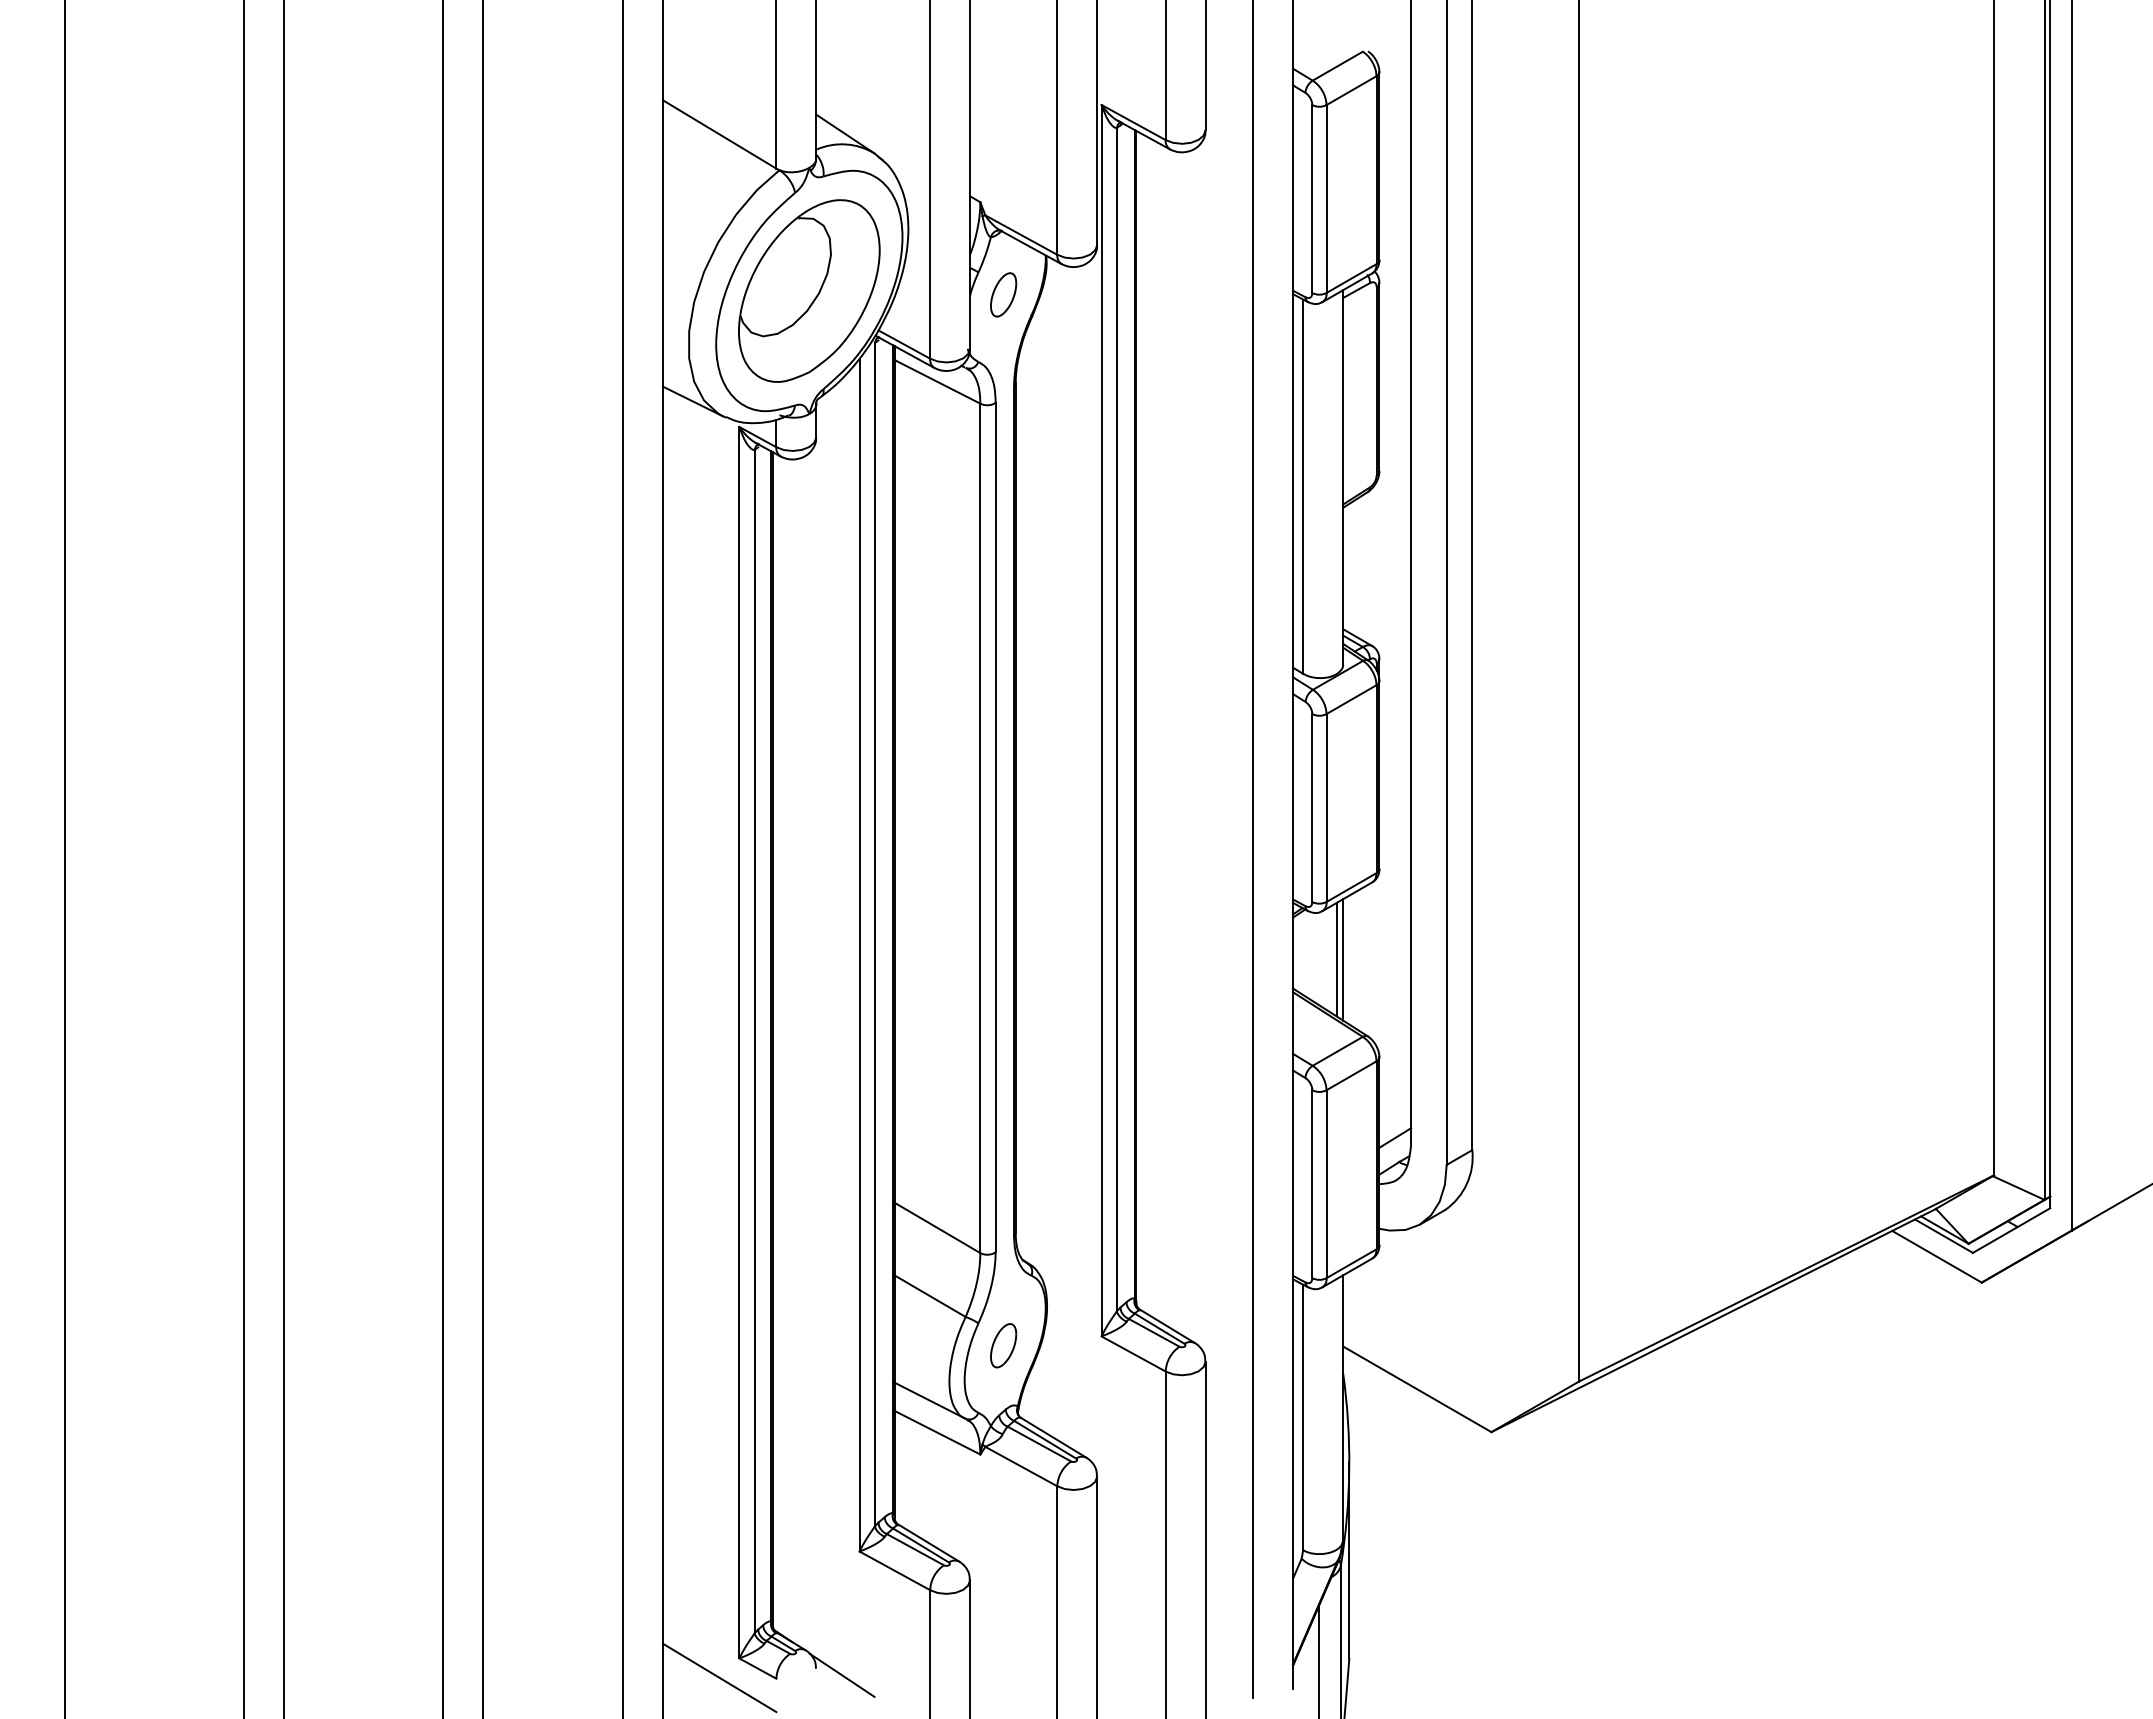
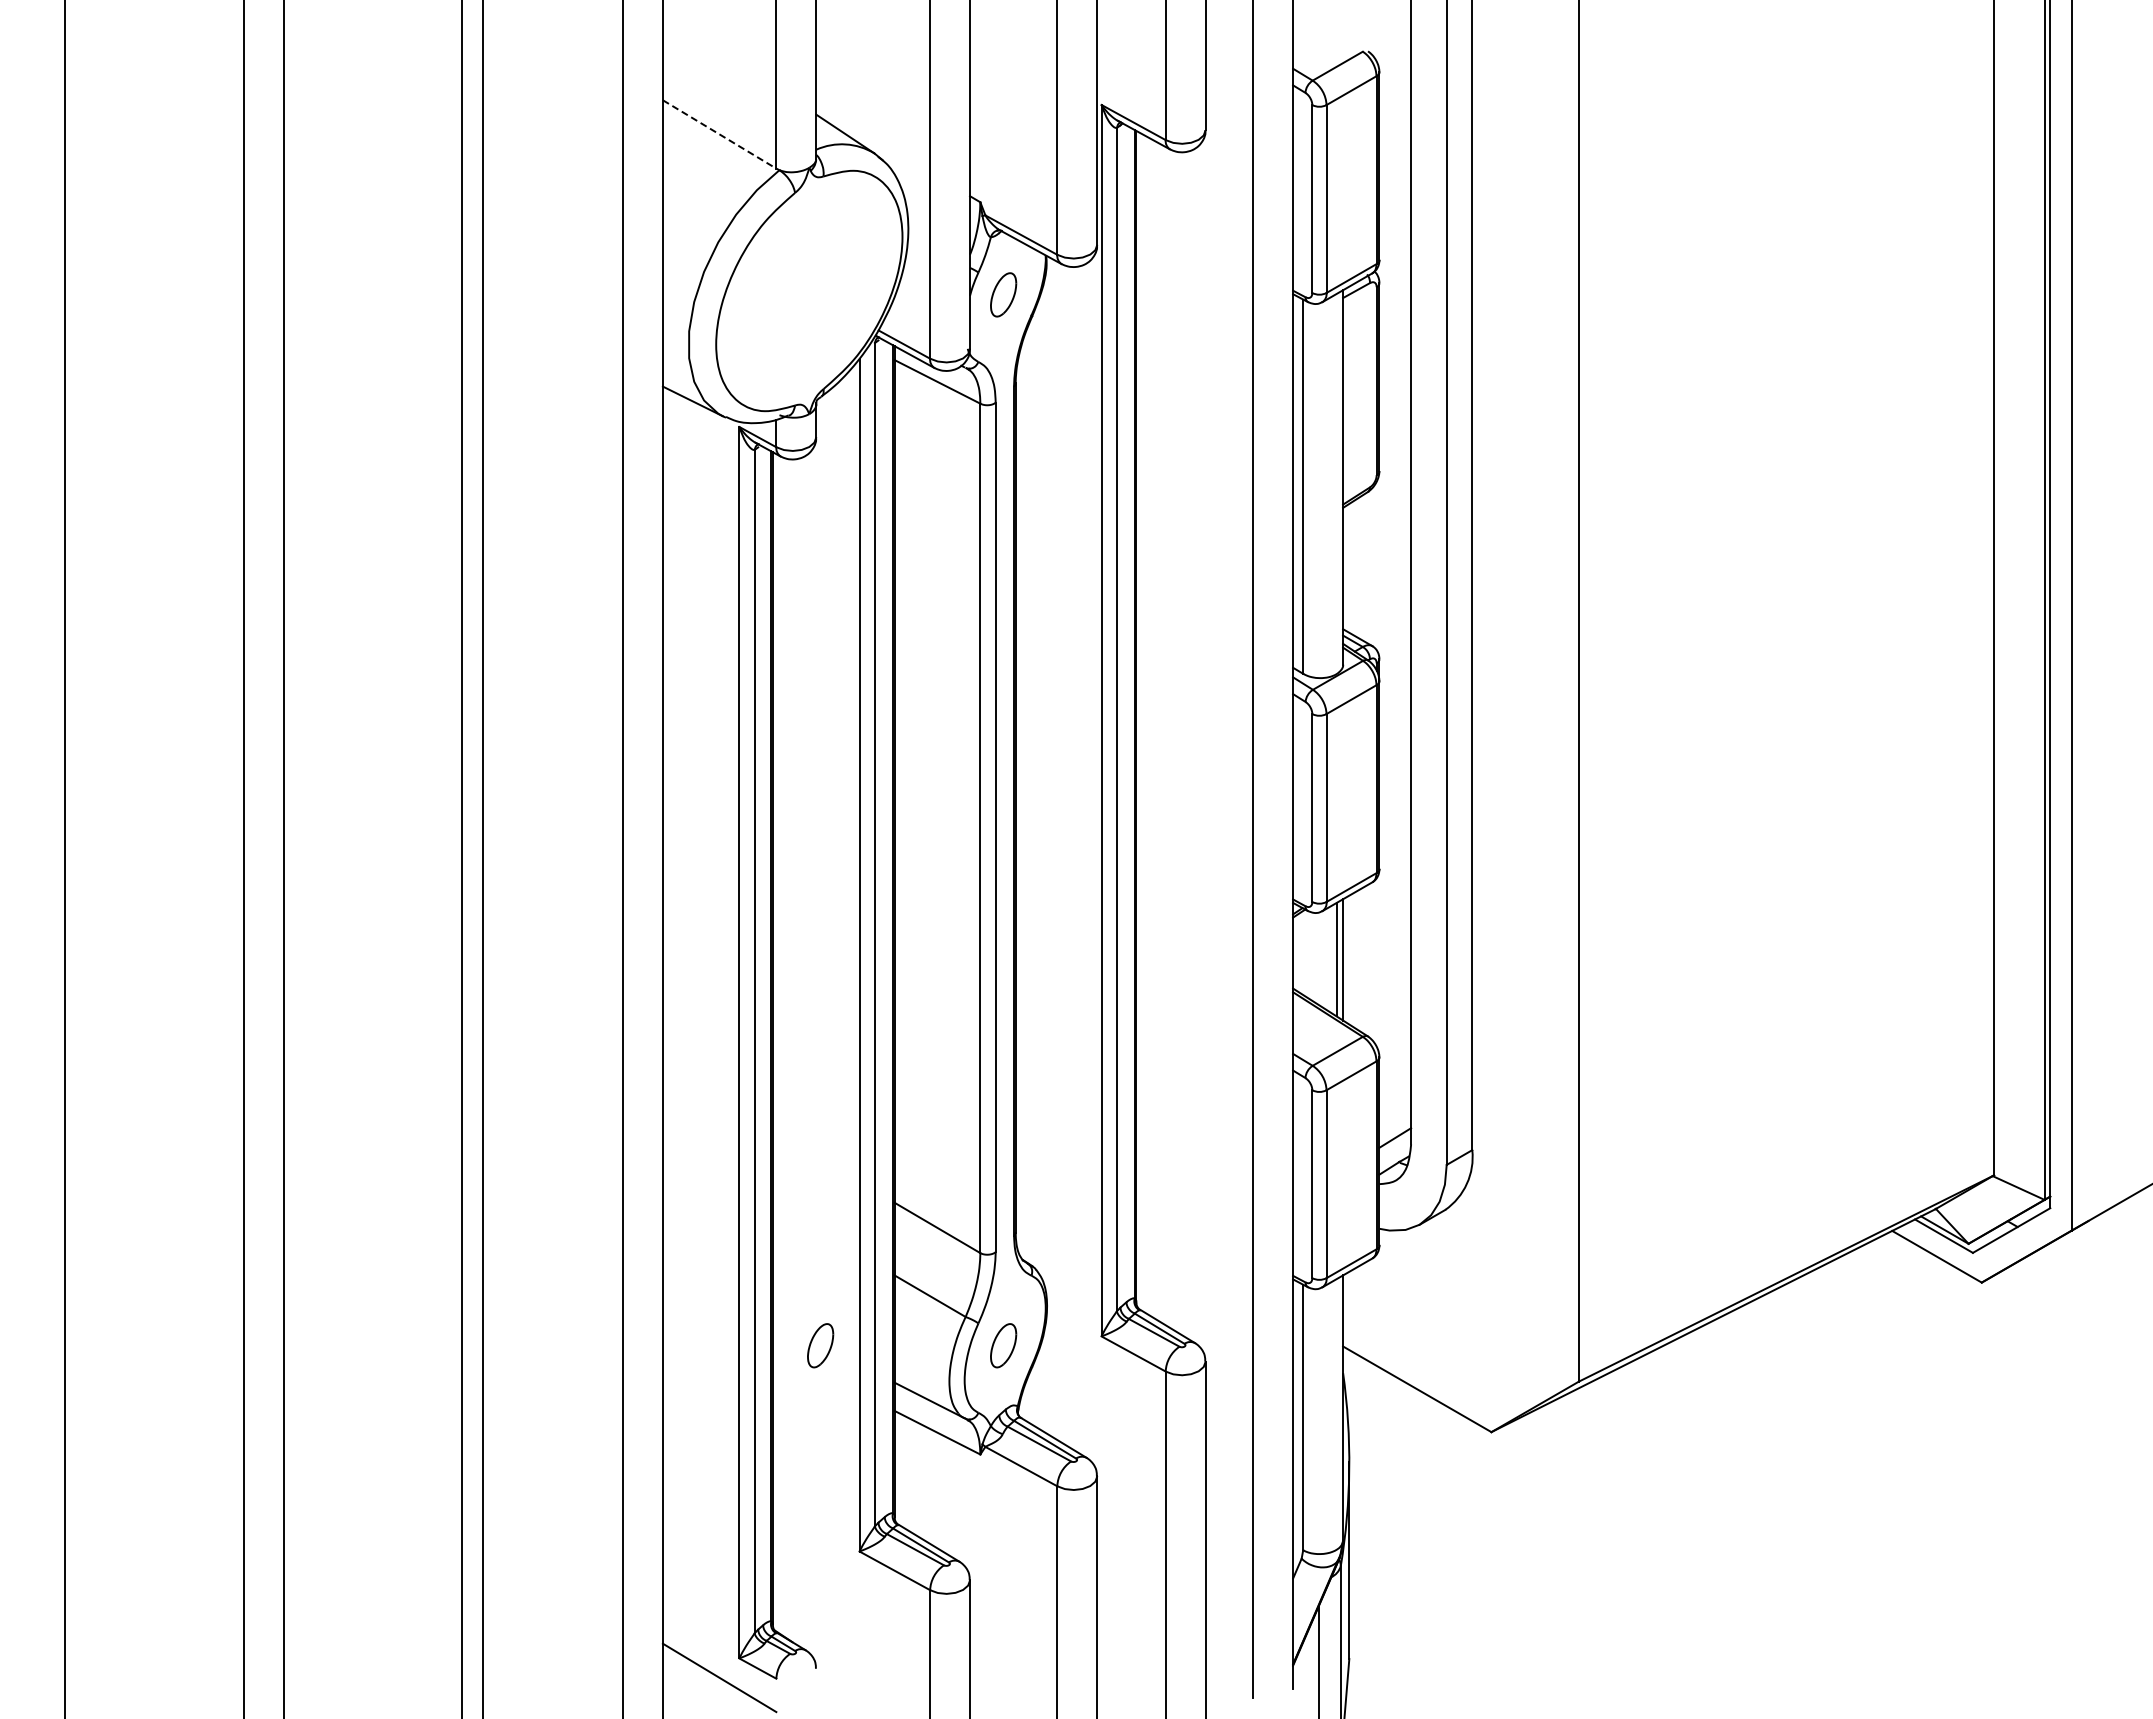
line at (720, 134): solid -> dashed
part at (809, 290): present -> none
line at (443, 858) position: (443, 858) -> (462, 858)
part at (820, 1345): none -> present
line at (841, 1674): present -> none
